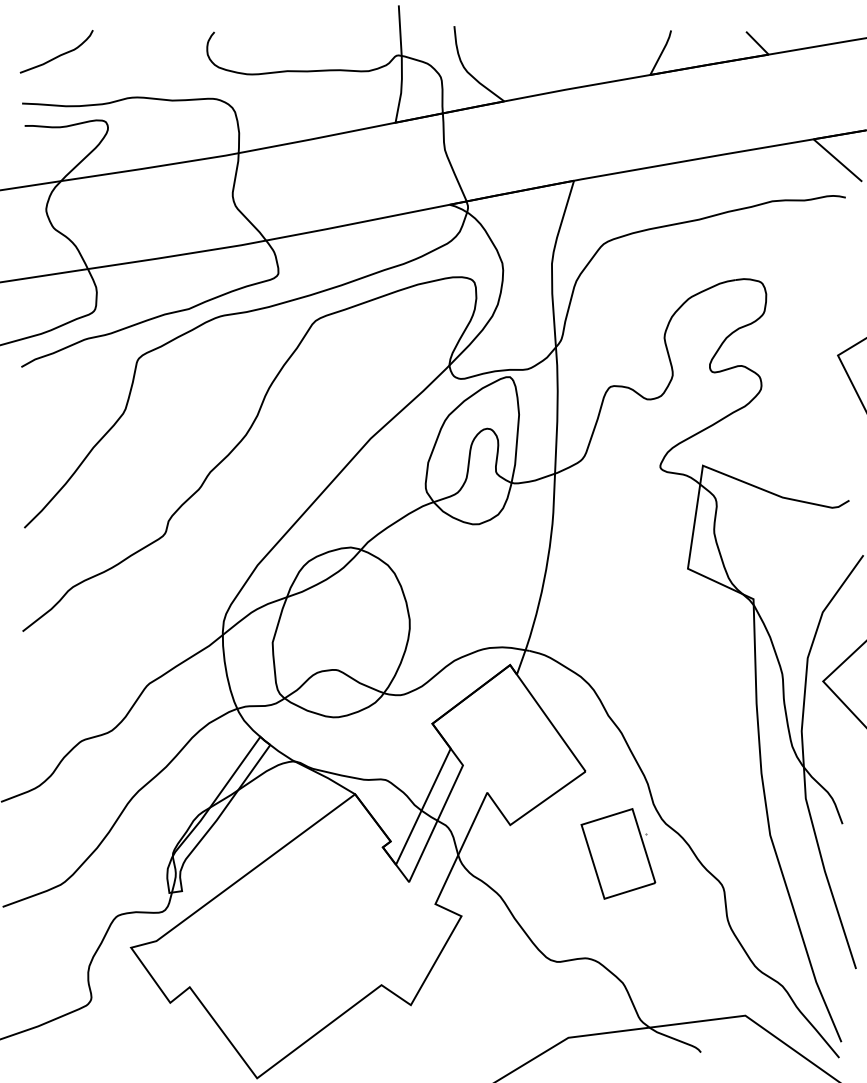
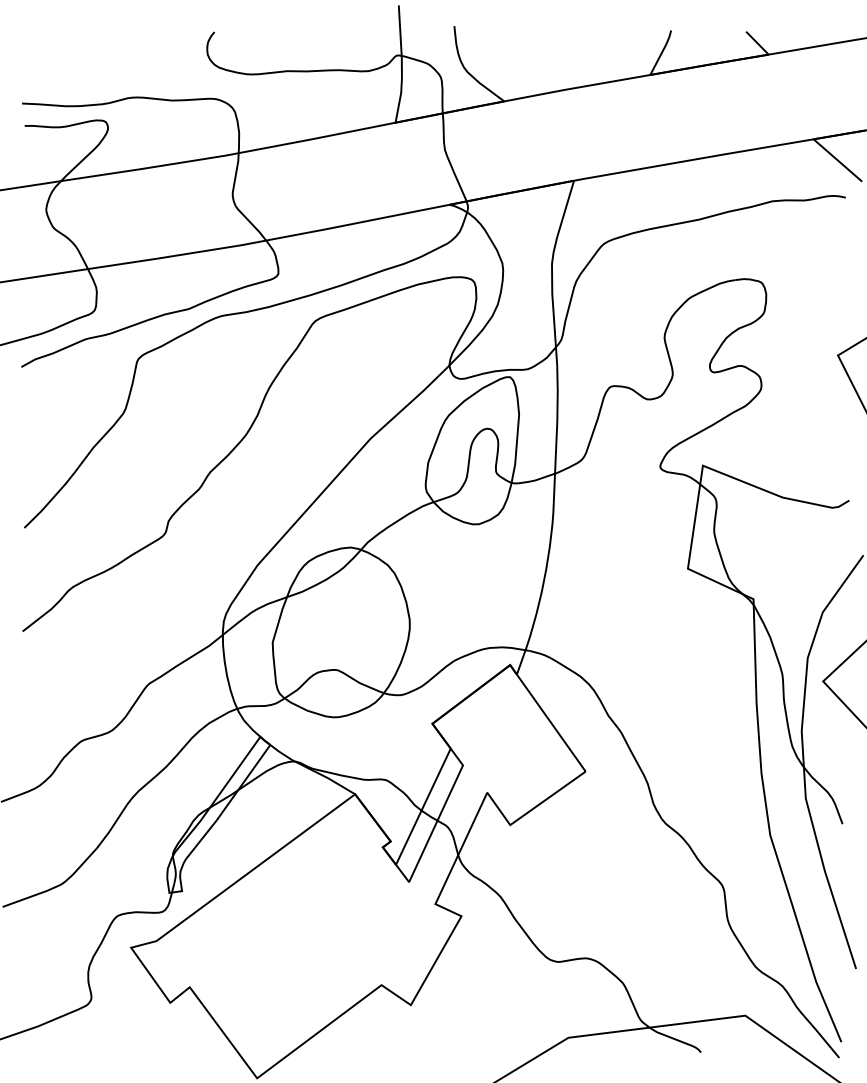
curve at (57, 55): present -> none
part at (618, 853): present -> none
